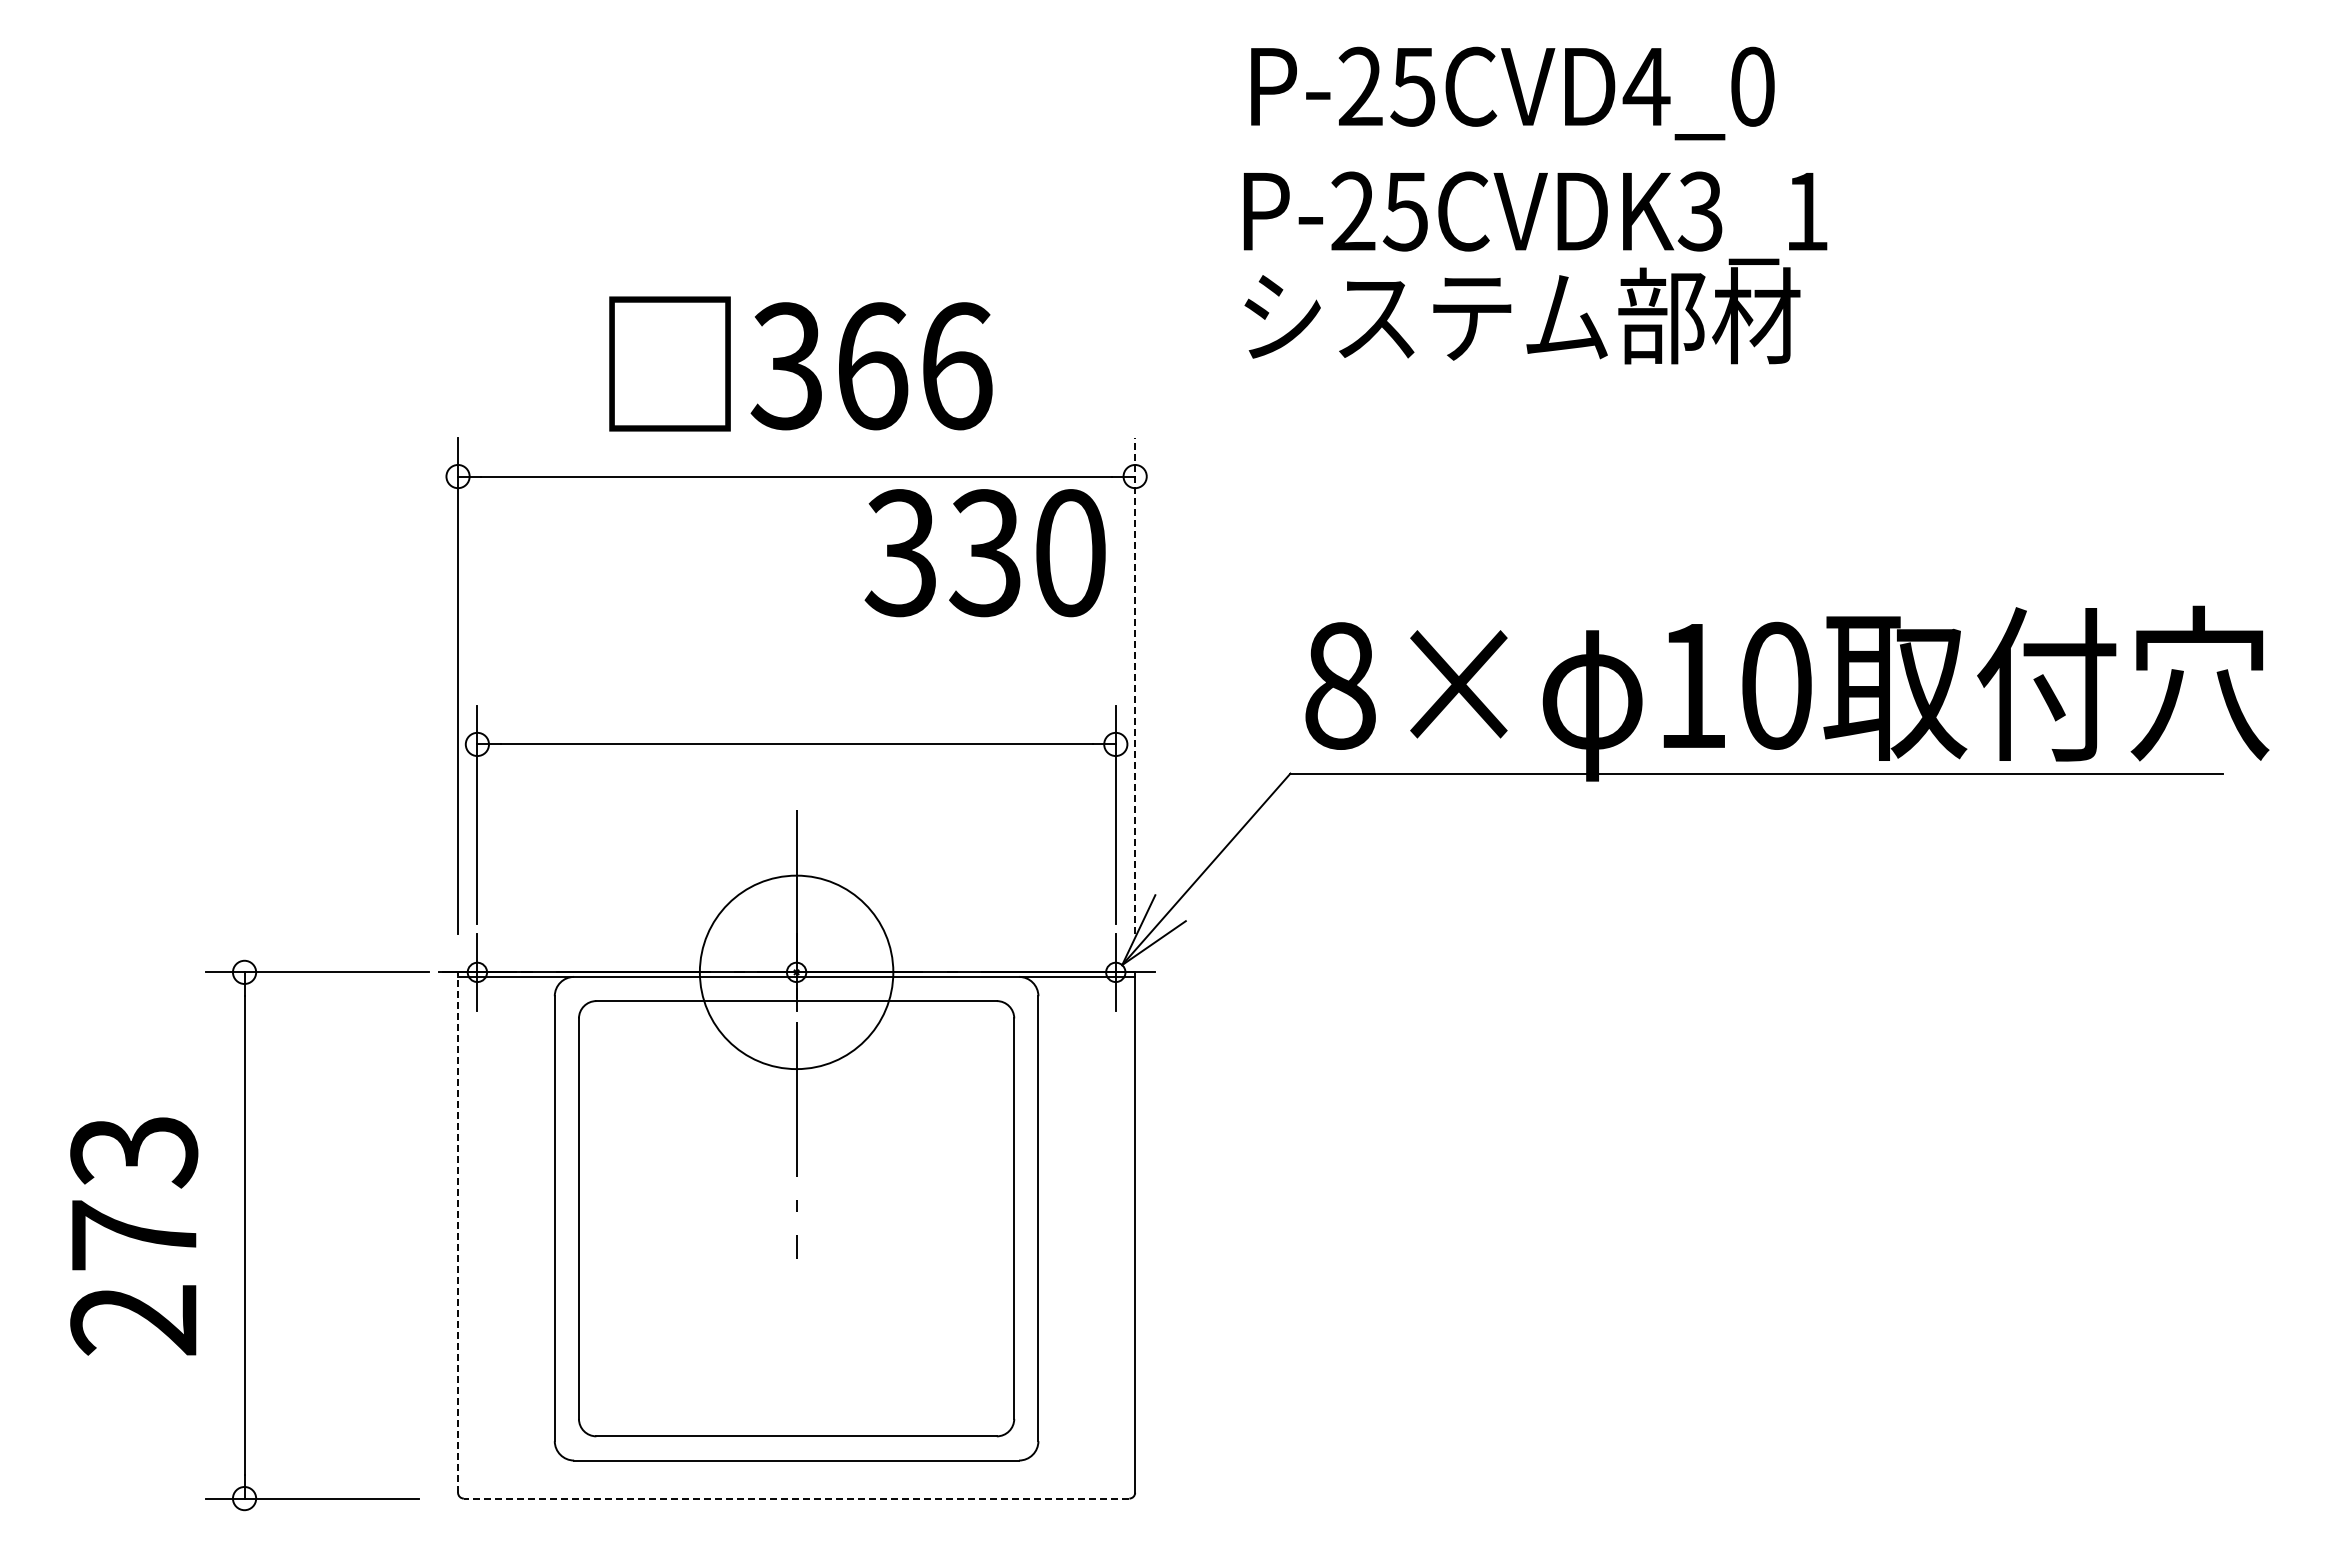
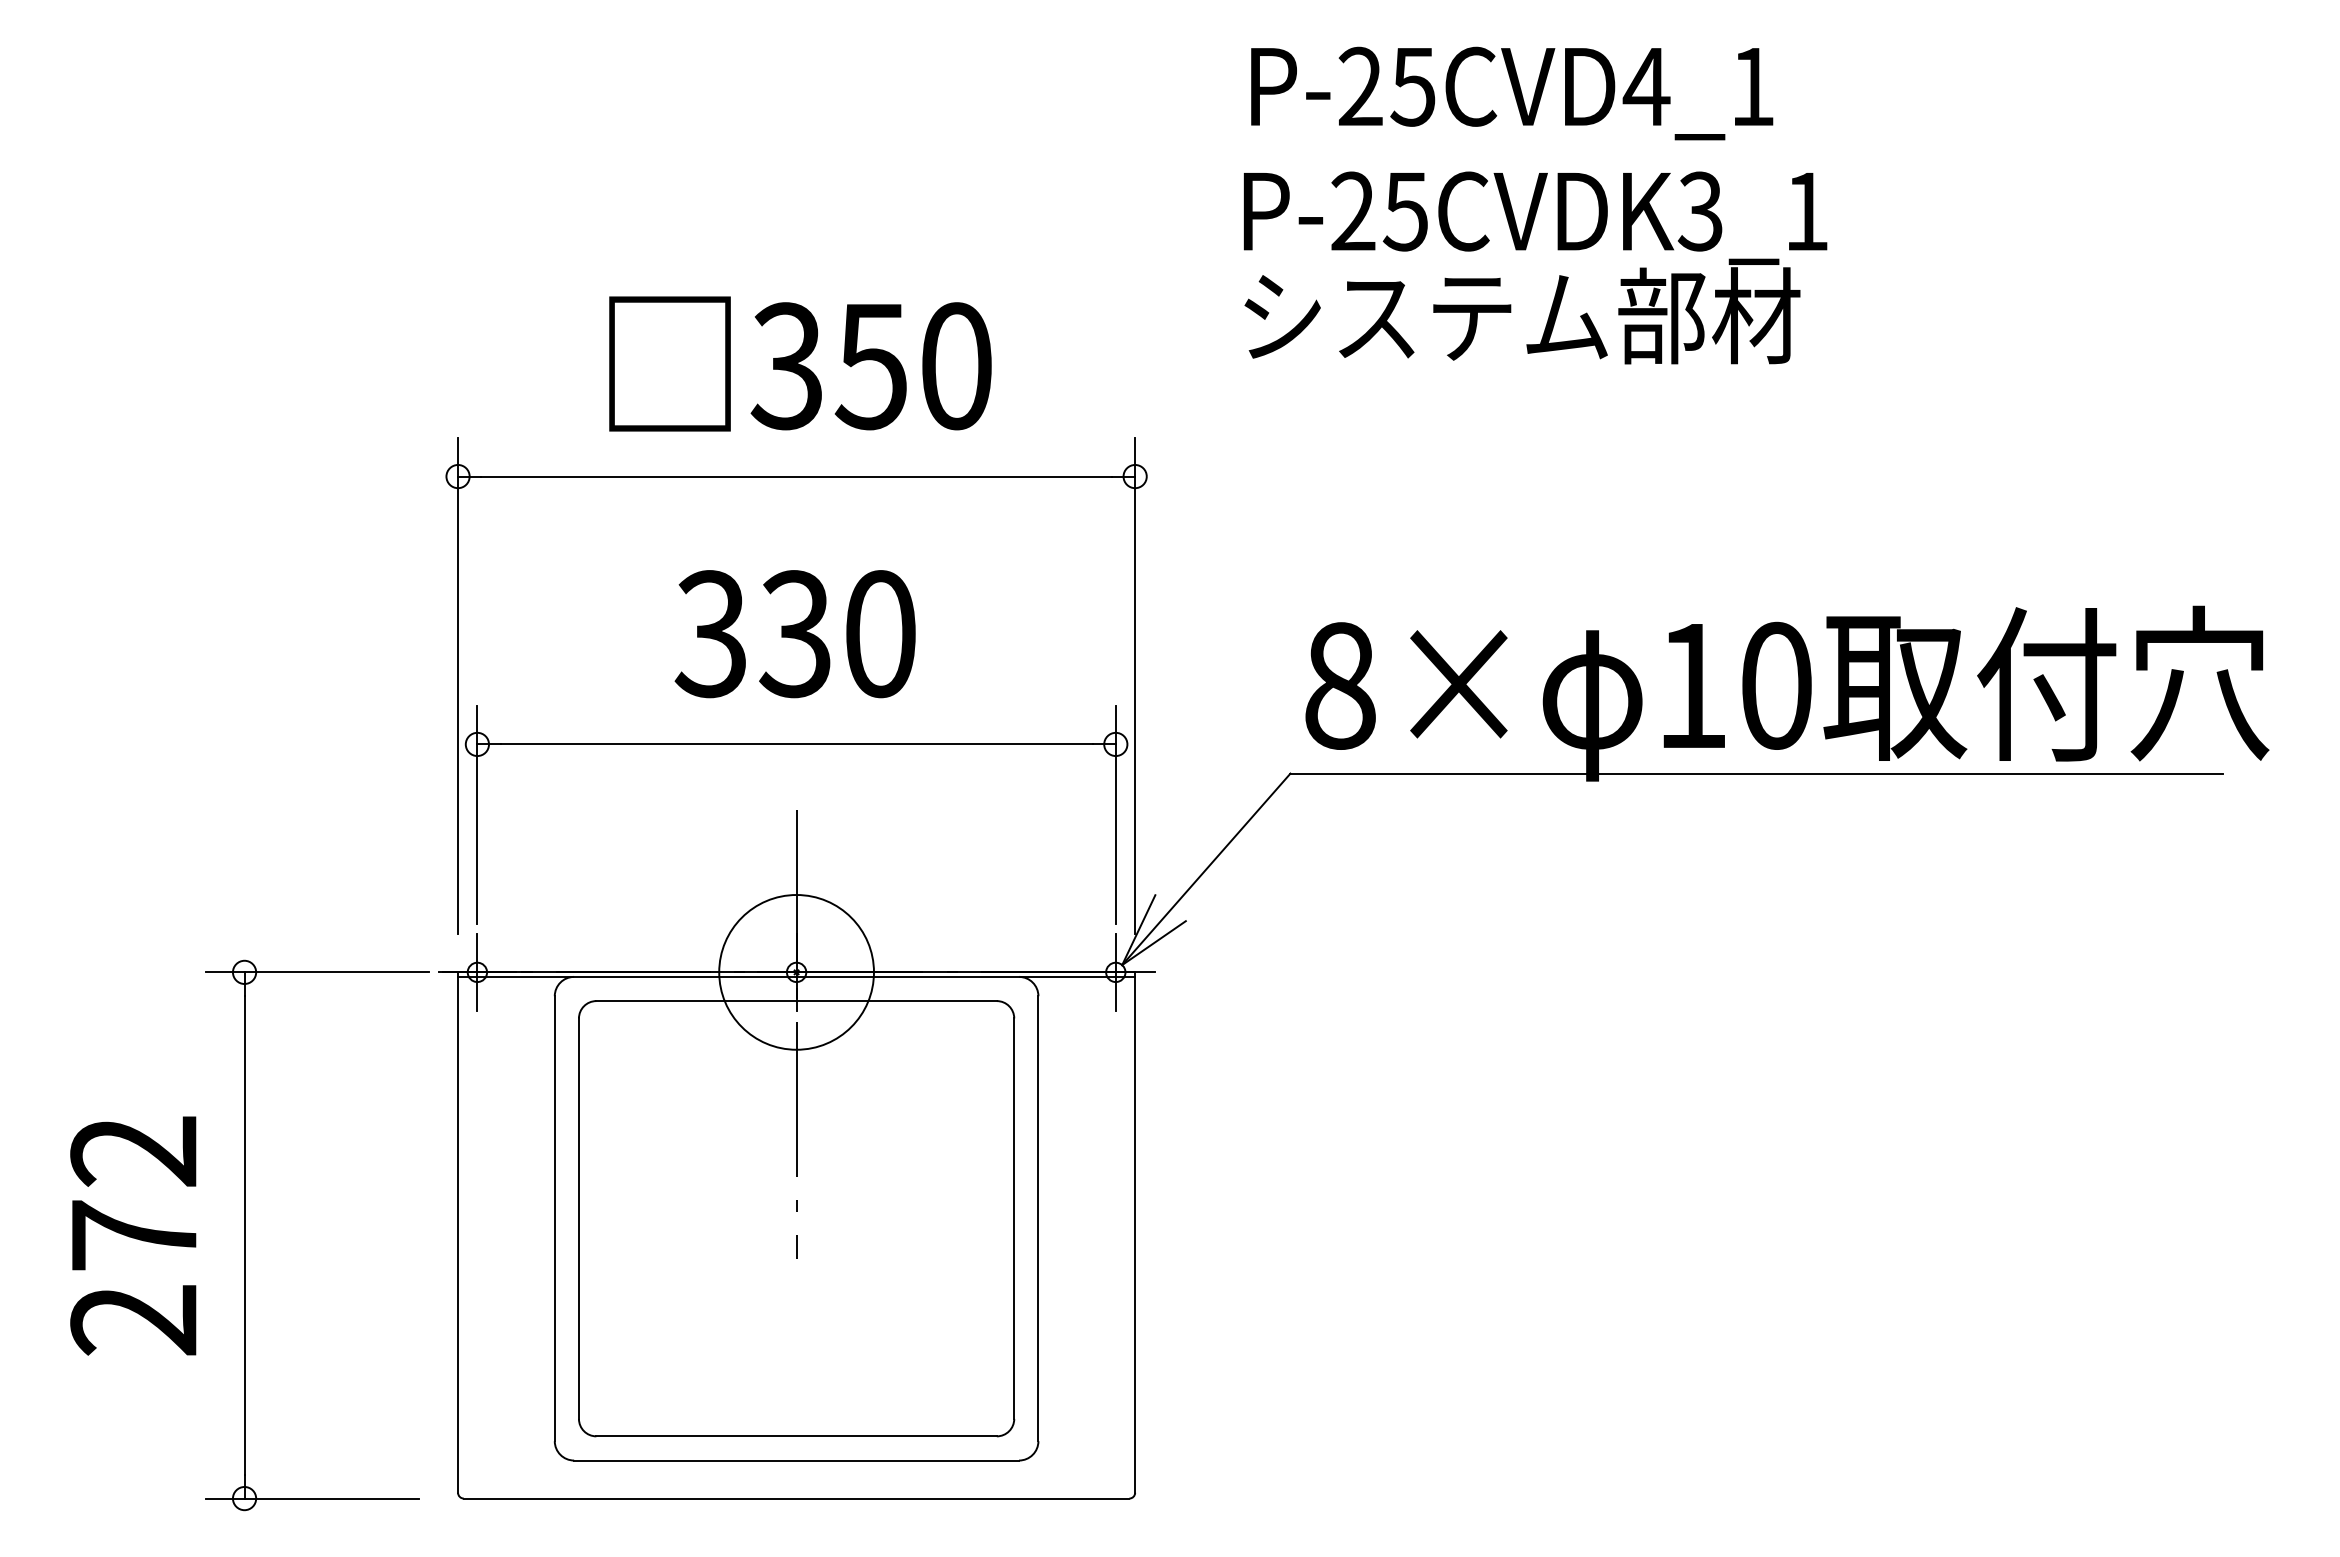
text at (1752, 86): P-25CVD4_0 -> P-25CVD4_1
text at (913, 366): 366 -> 350
text at (984, 553) position: (984, 553) -> (794, 634)
line at (1135, 685): dashed -> solid
circle at (796, 972) diameter: 193 px -> 155 px
text at (134, 1152): 273 -> 272
line at (458, 1232): dashed -> solid
line at (796, 1498): dashed -> solid
